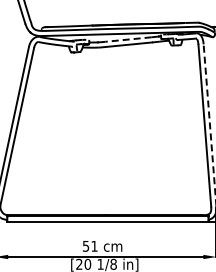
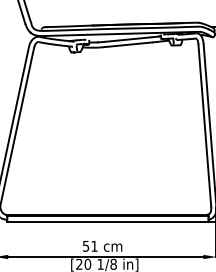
line at (127, 39): dashed -> solid
line at (209, 122): dashed -> solid
